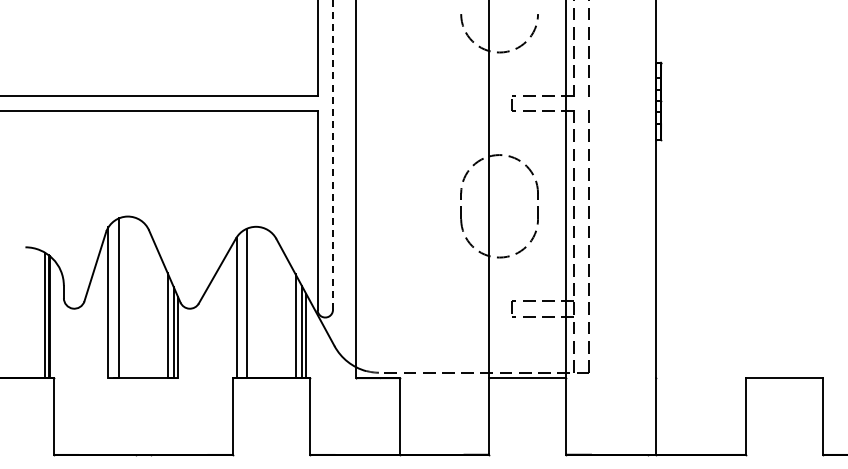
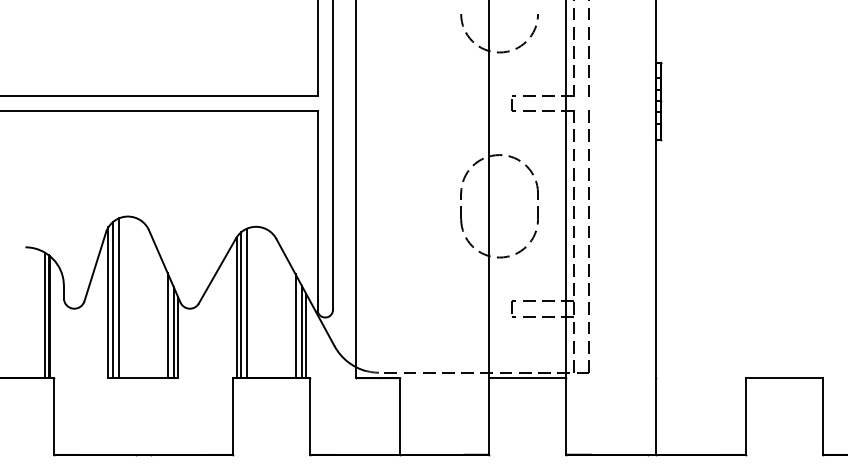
line at (333, 155): dashed -> solid
line at (113, 299): none -> present
line at (241, 305): none -> present
